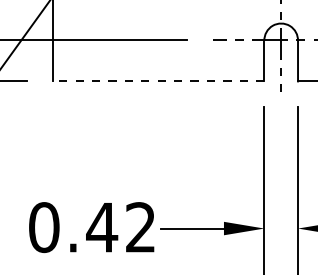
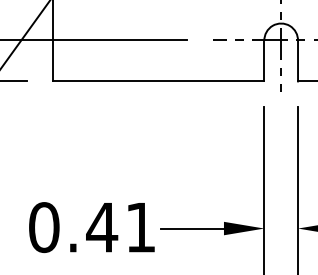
line at (158, 81): dashed -> solid
text at (140, 227): 0.42 -> 0.41
